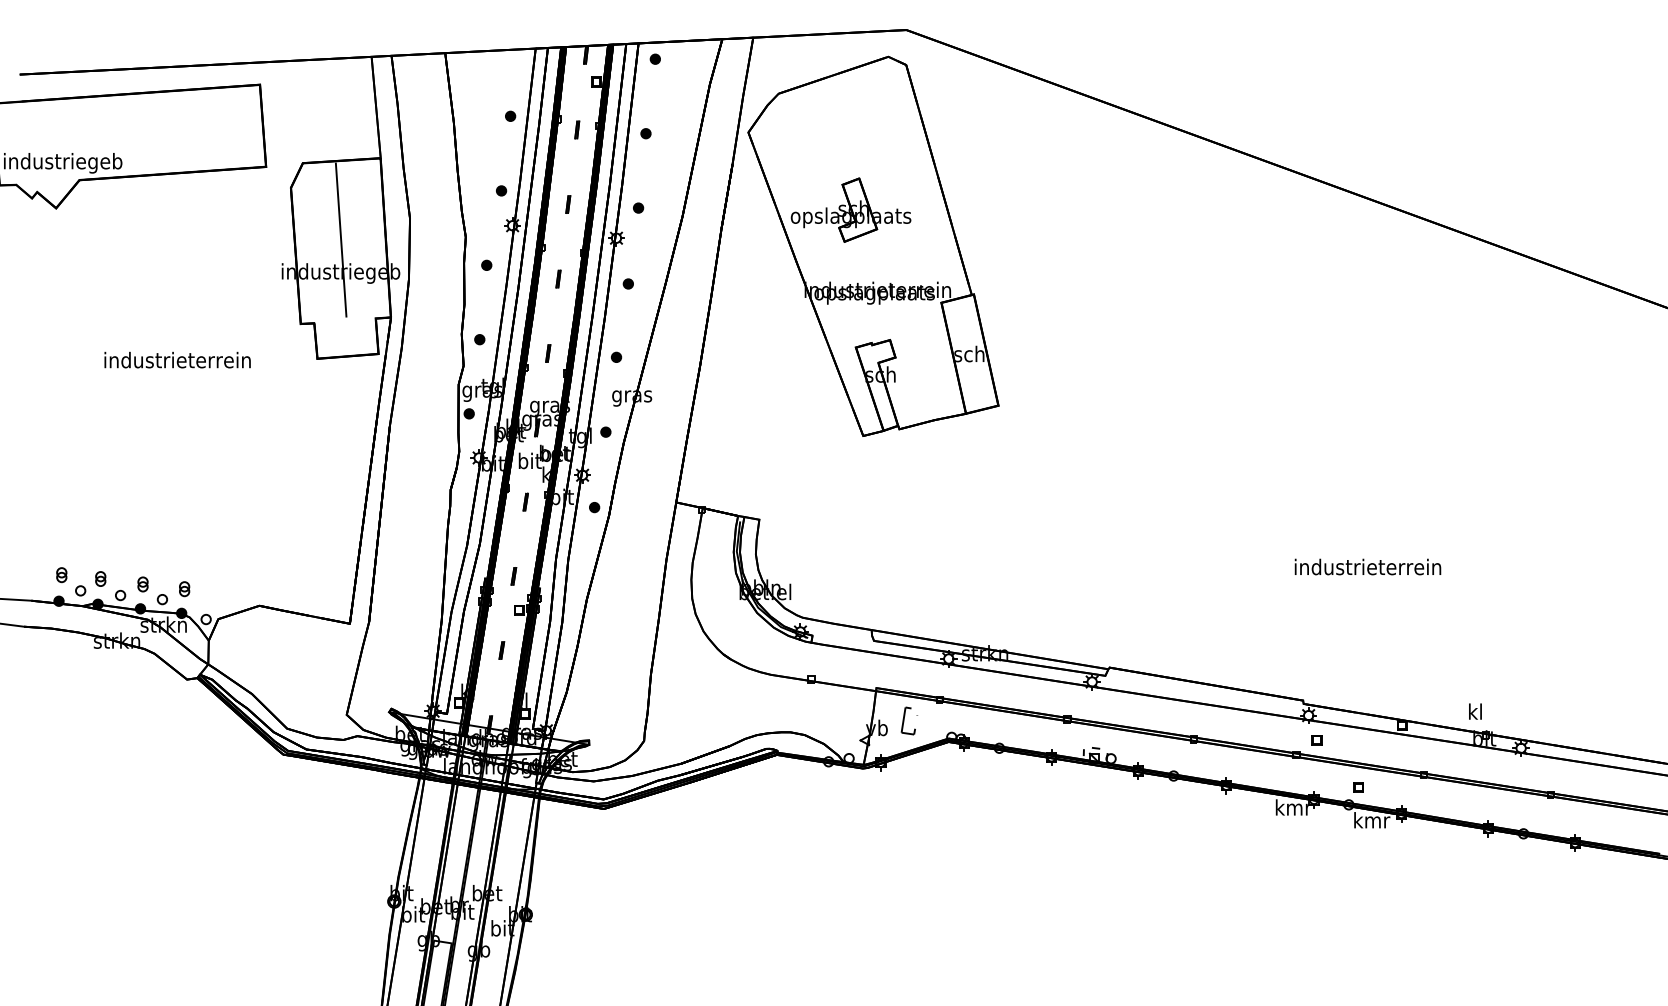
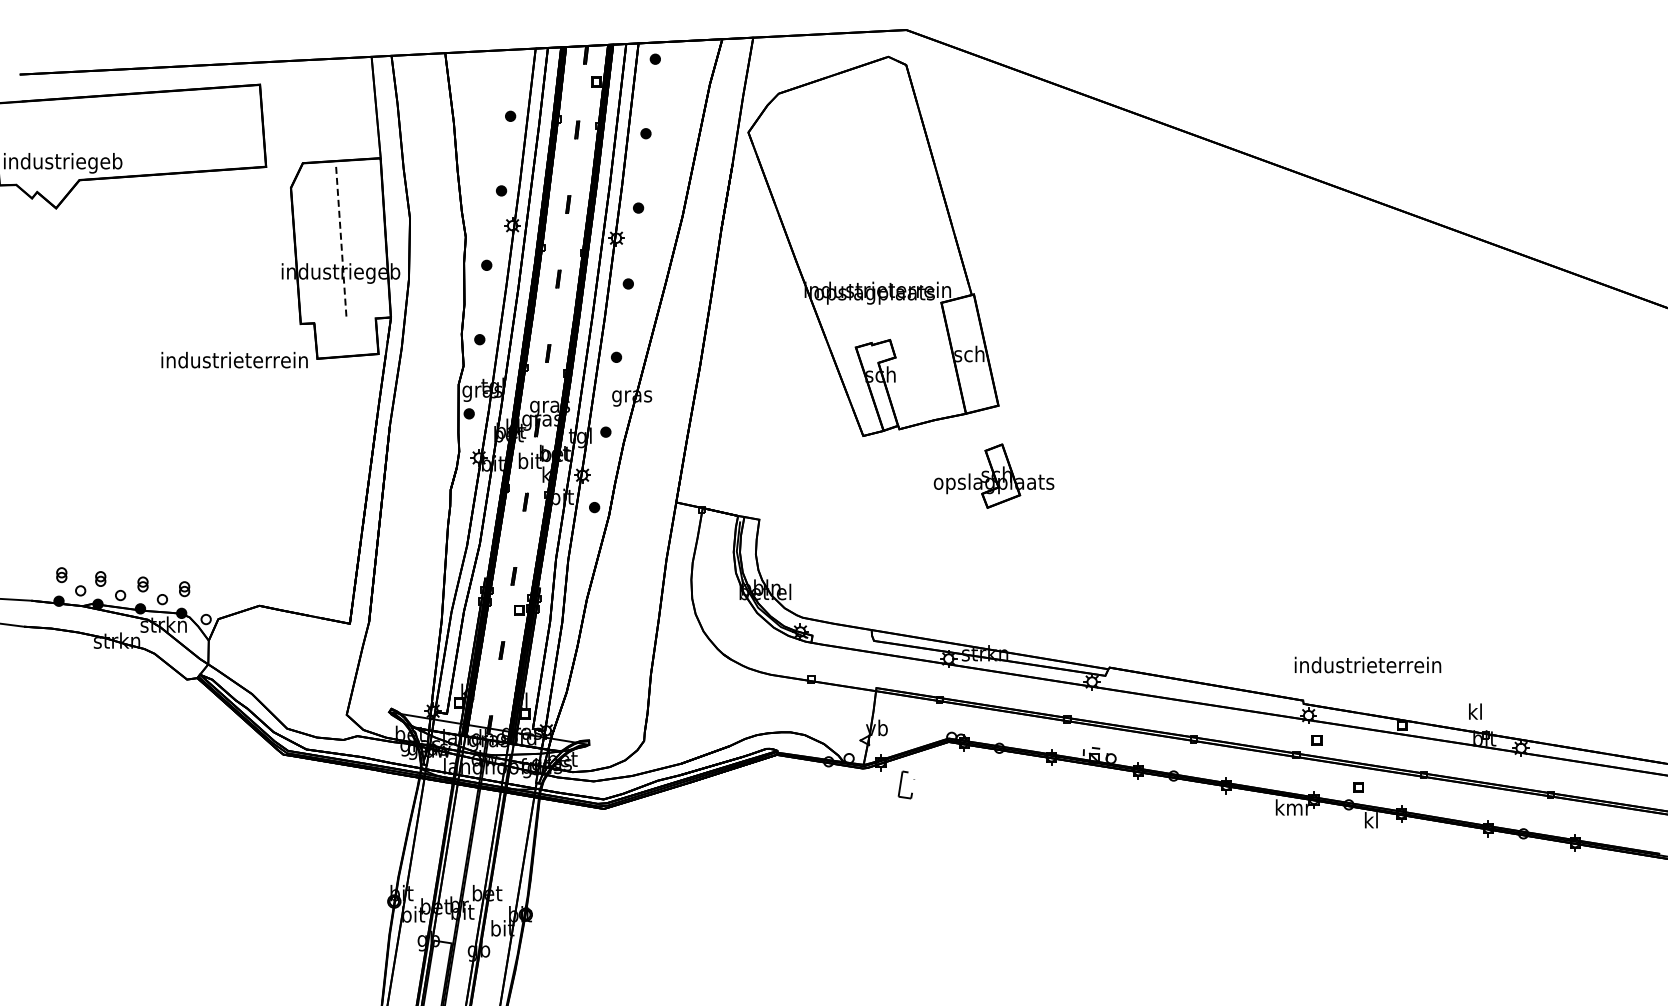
part at (850, 209) position: (850, 209) -> (993, 475)
line at (341, 240): solid -> dashed
text at (177, 359) position: (177, 359) -> (234, 359)
text at (1367, 566) position: (1367, 566) -> (1367, 664)
curve at (904, 720) position: (904, 720) -> (901, 784)
text at (1372, 820): kmr -> kl
